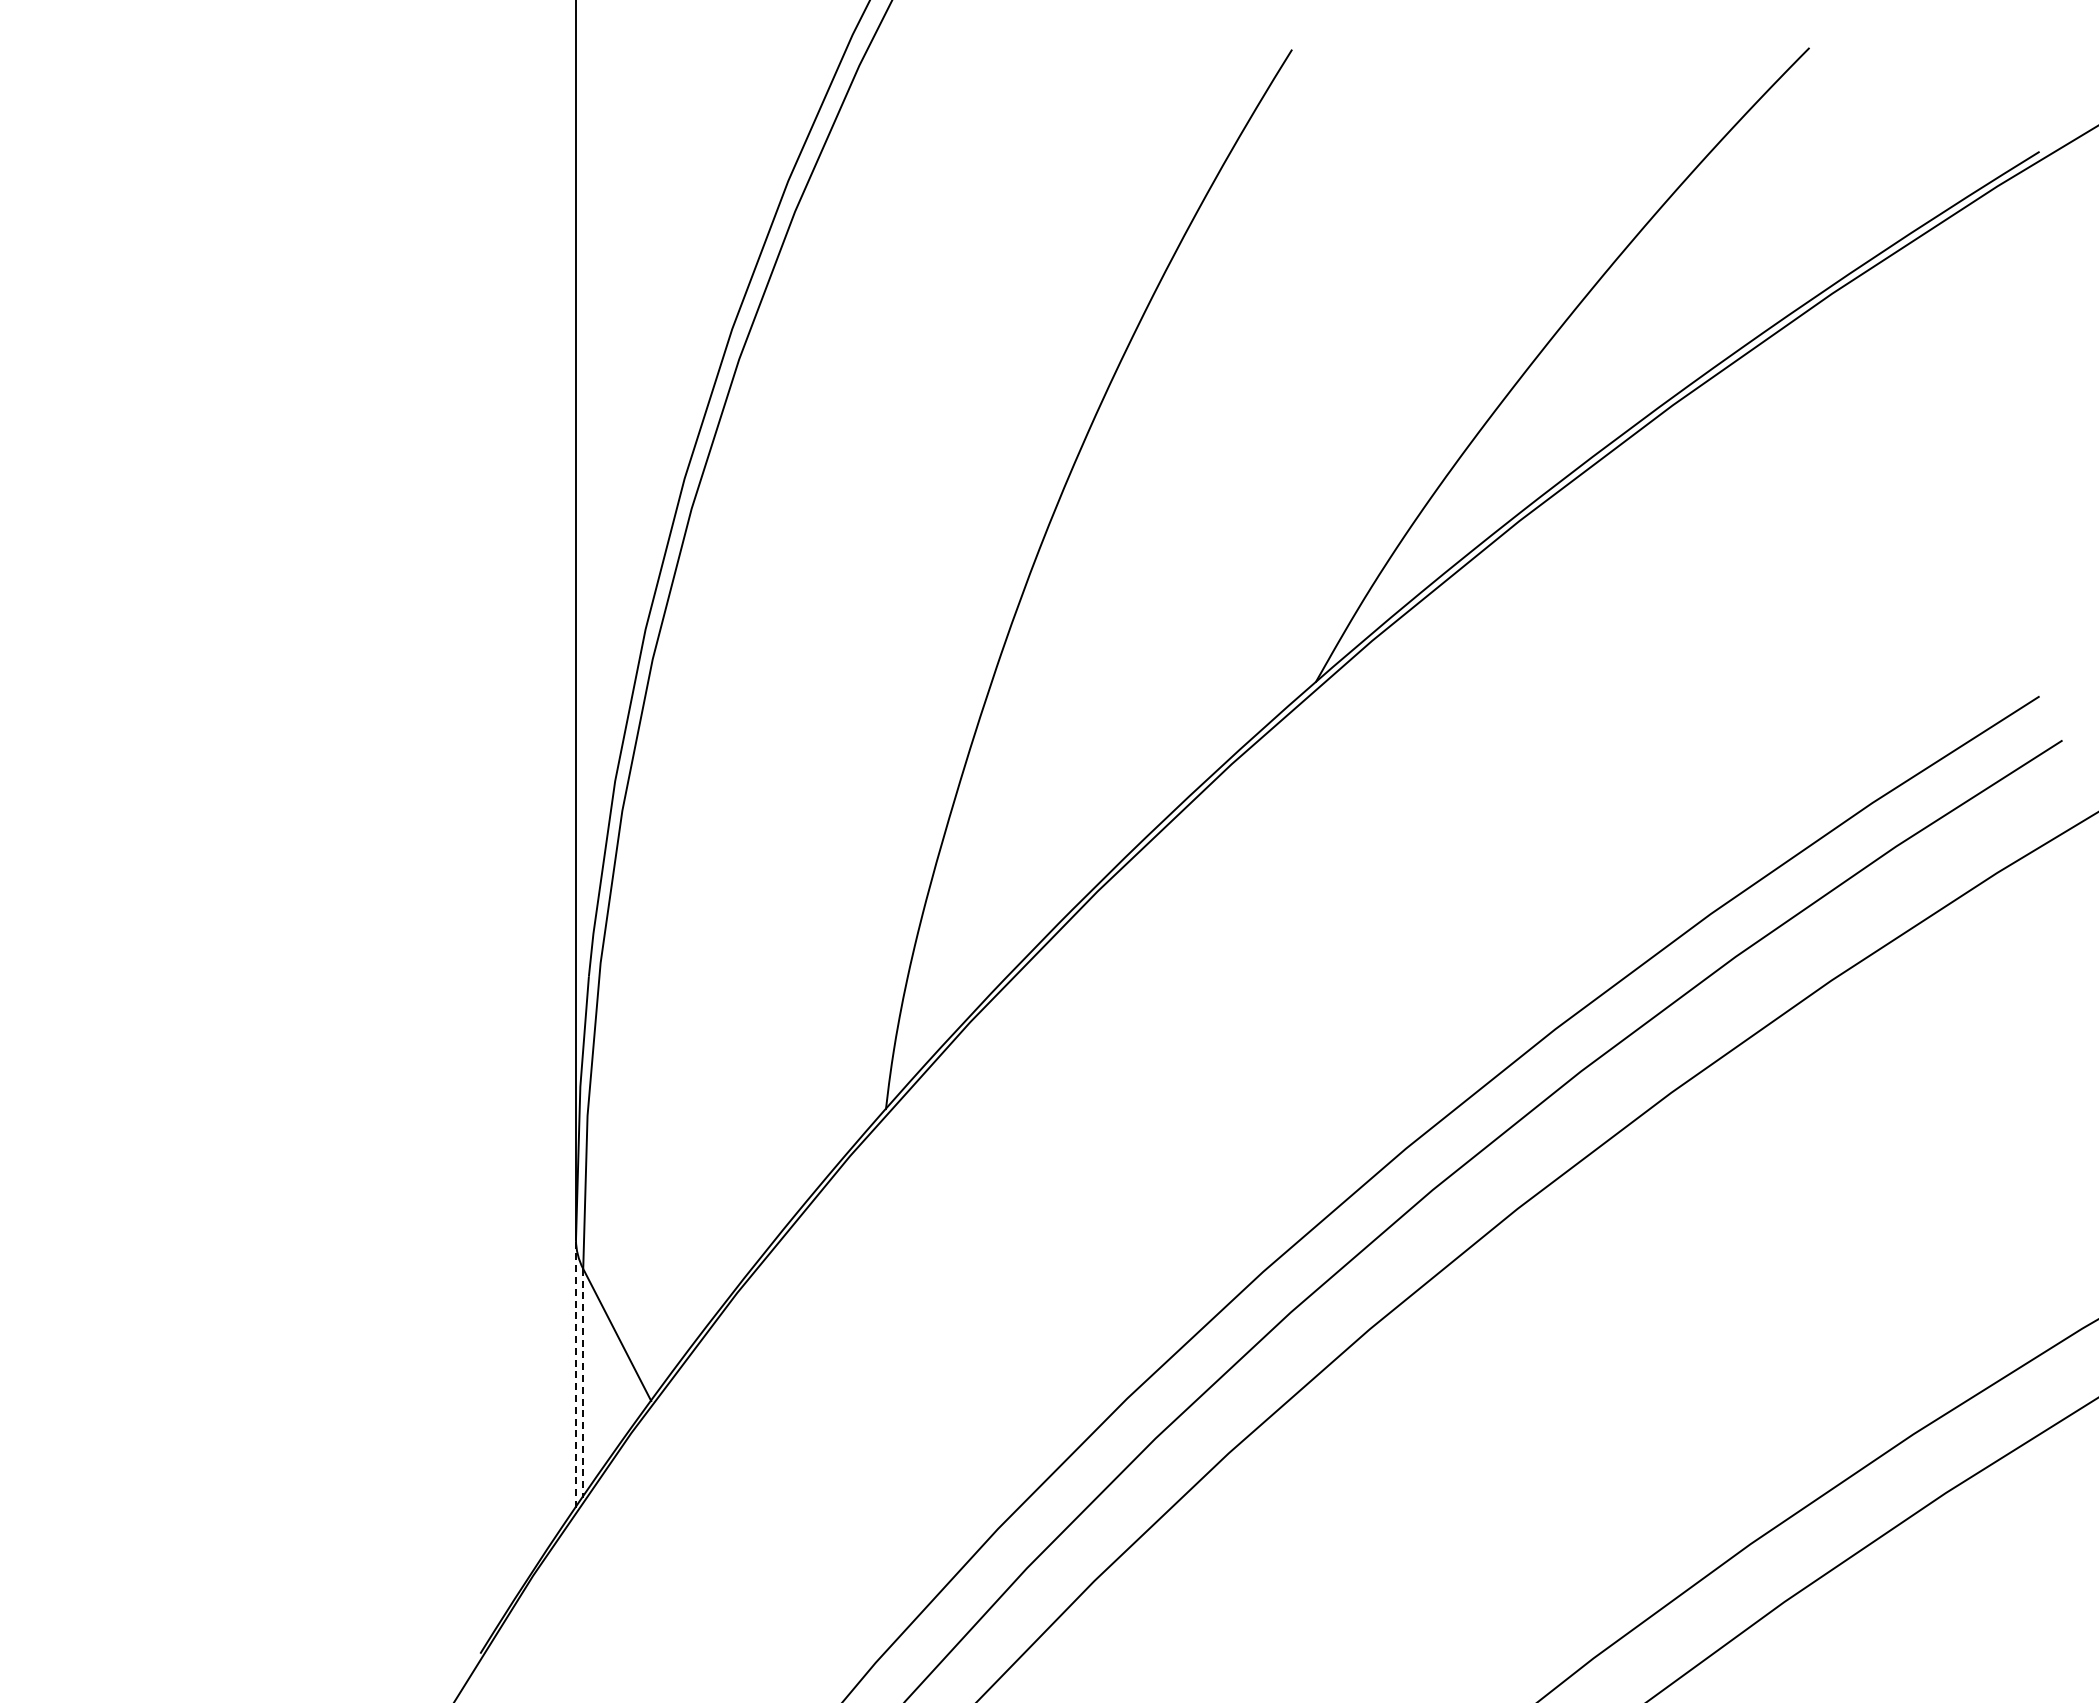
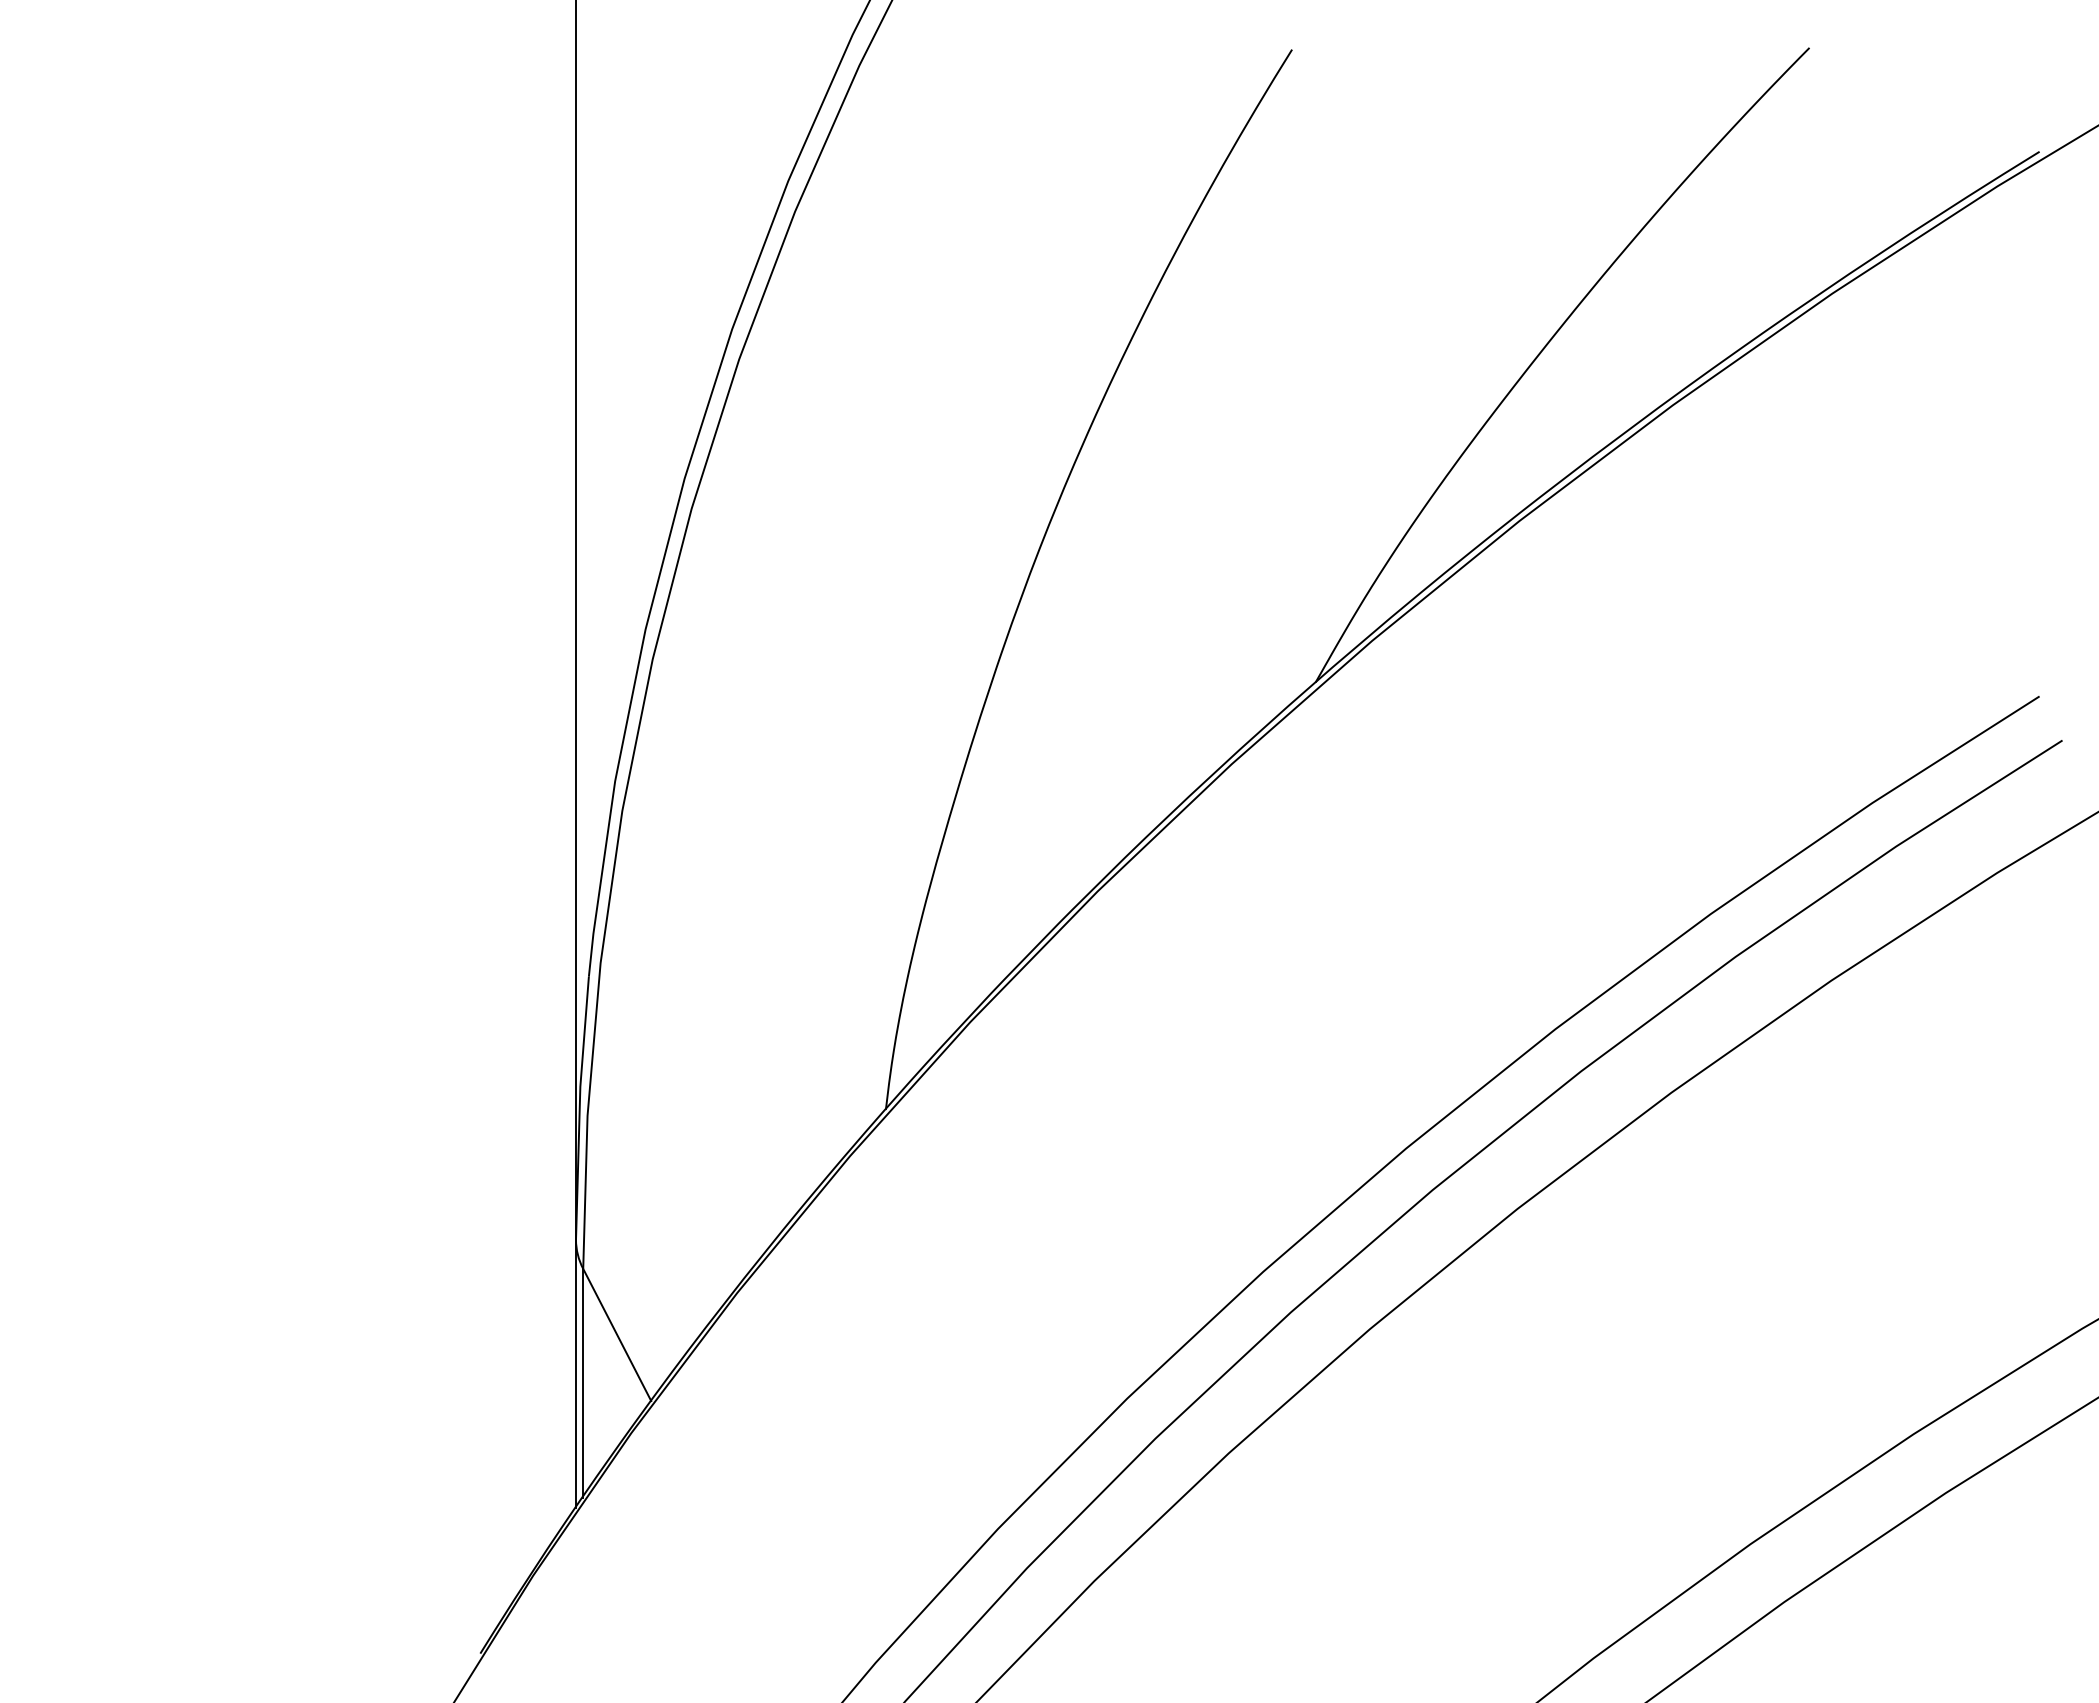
line at (576, 1373): dashed -> solid
line at (583, 1383): dashed -> solid
